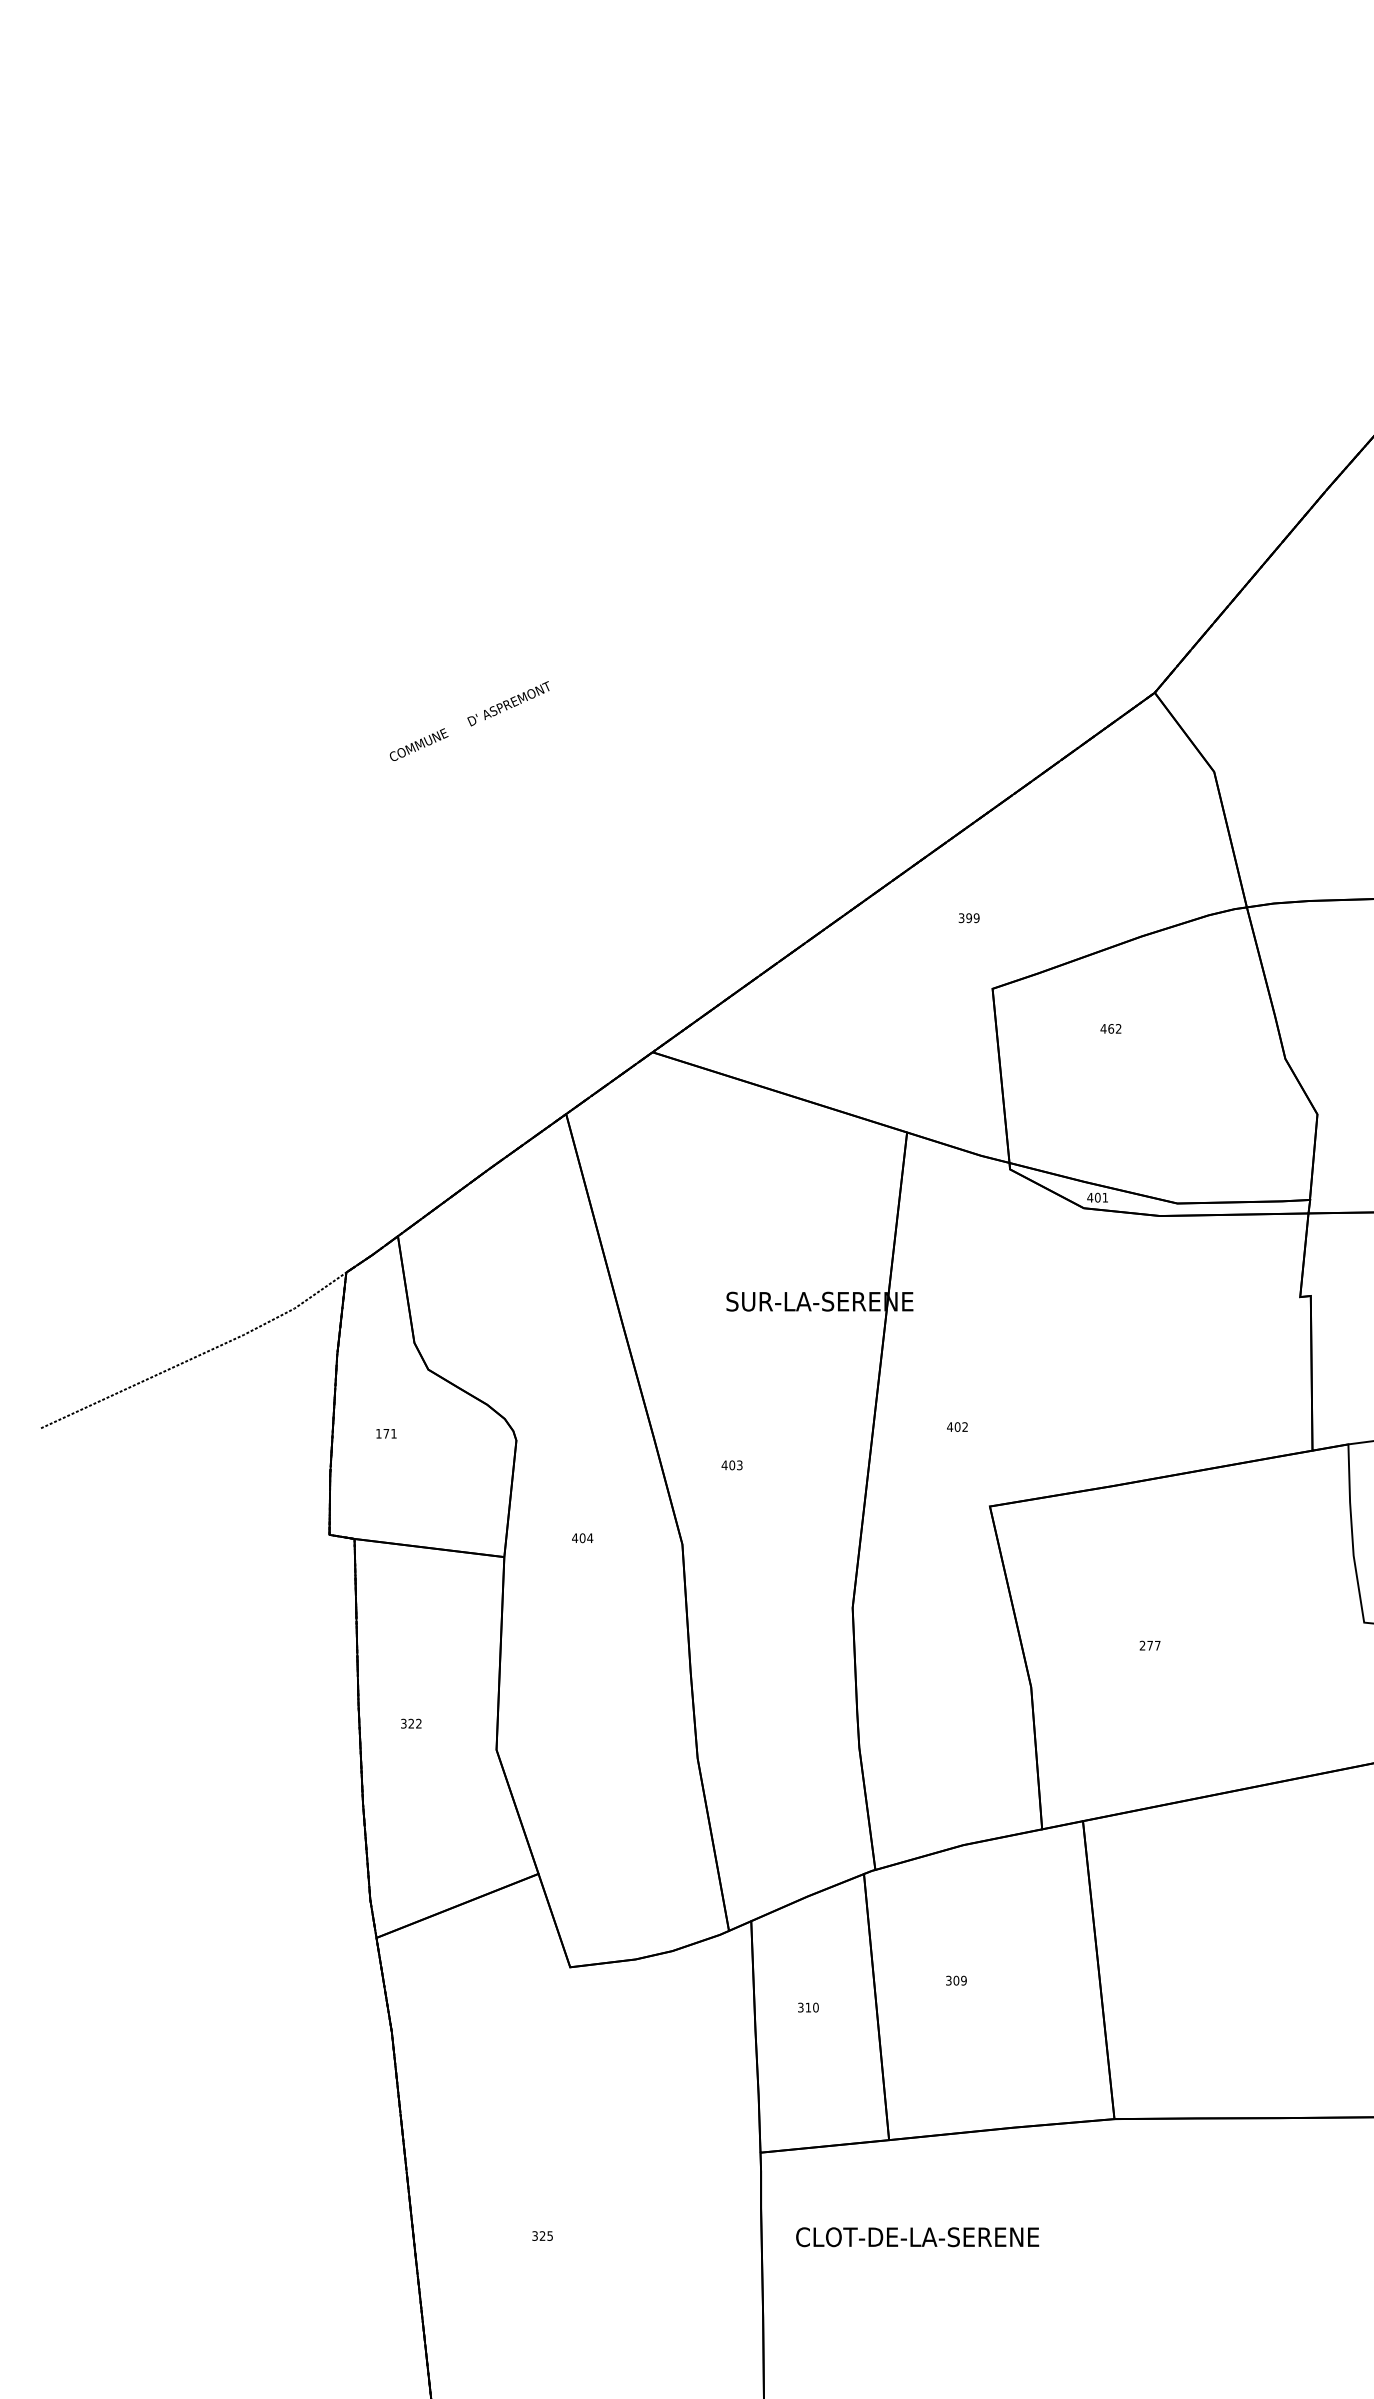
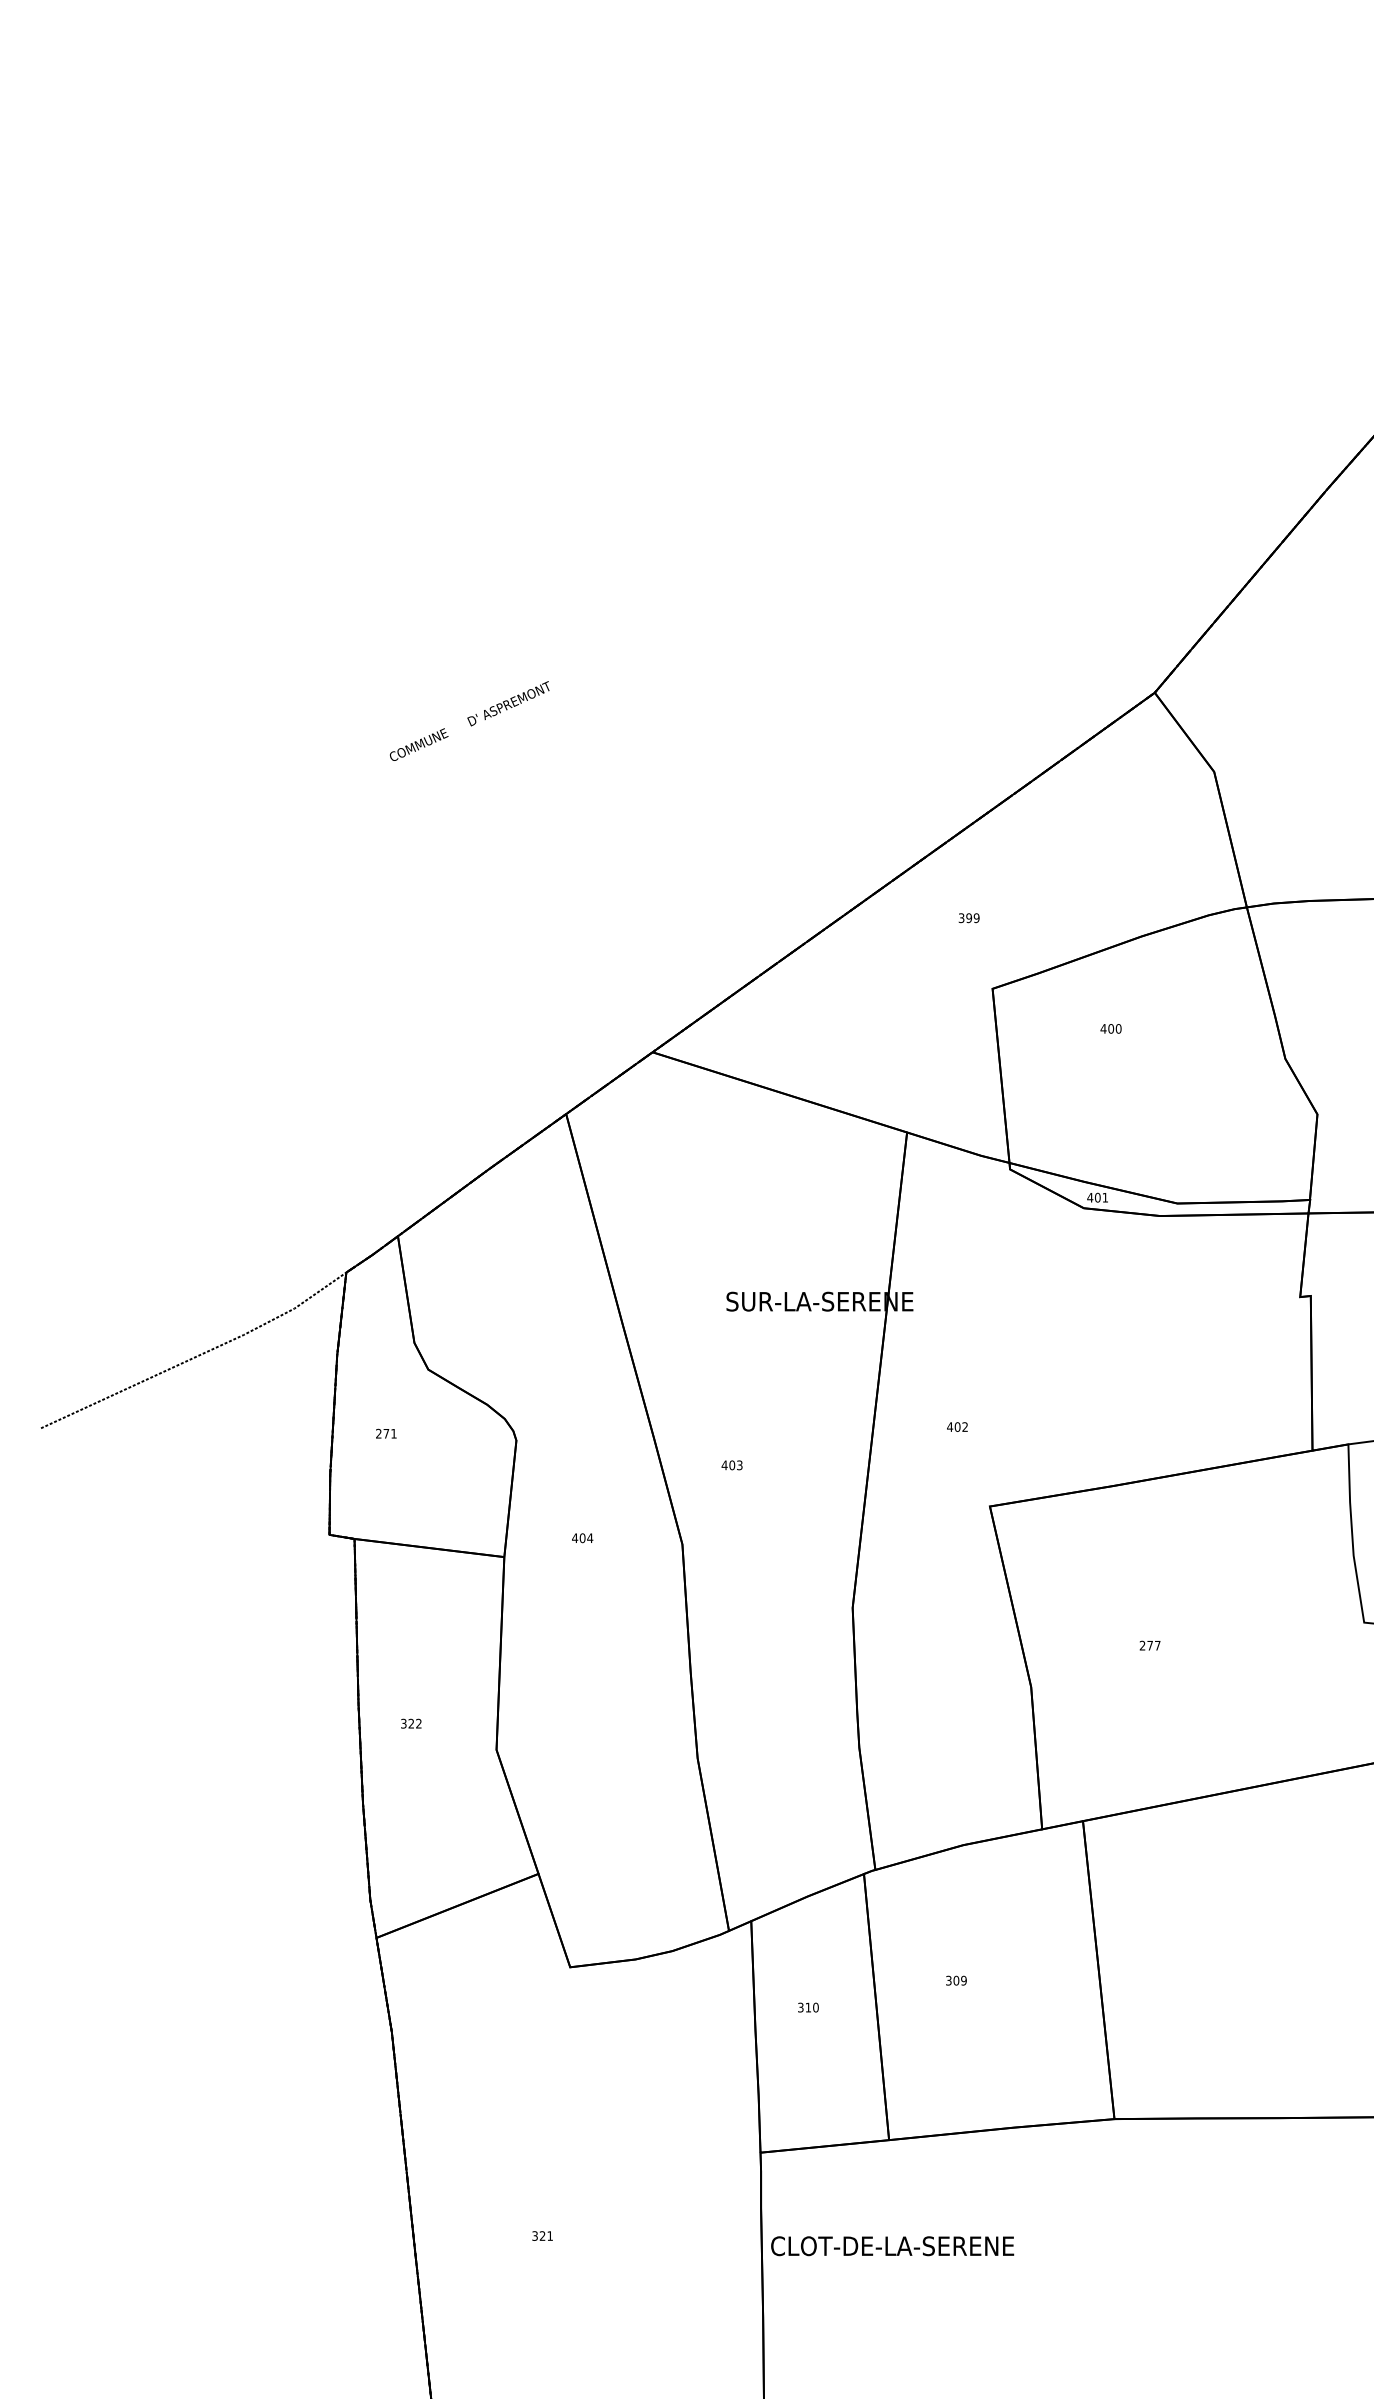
text at (1114, 1028): 462 -> 400
text at (378, 1433): 171 -> 271
text at (549, 2235): 325 -> 321
text at (917, 2237) position: (917, 2237) -> (892, 2246)
